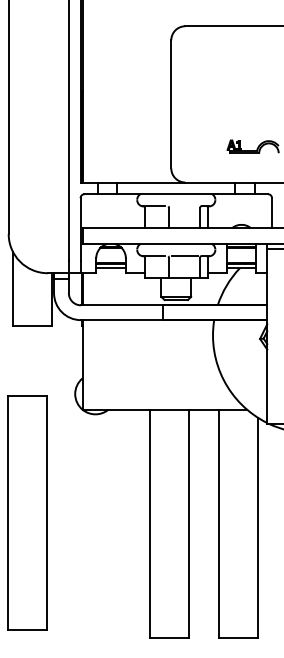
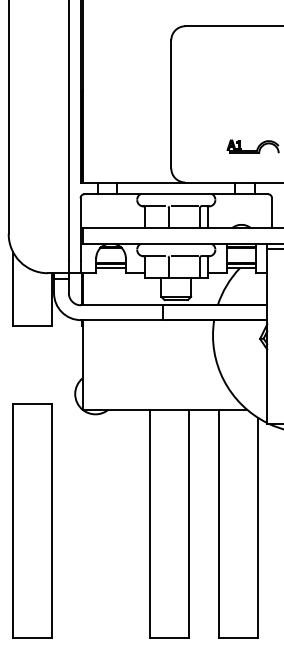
line at (184, 206): none -> present
part at (27, 512) position: (27, 512) -> (32, 520)
